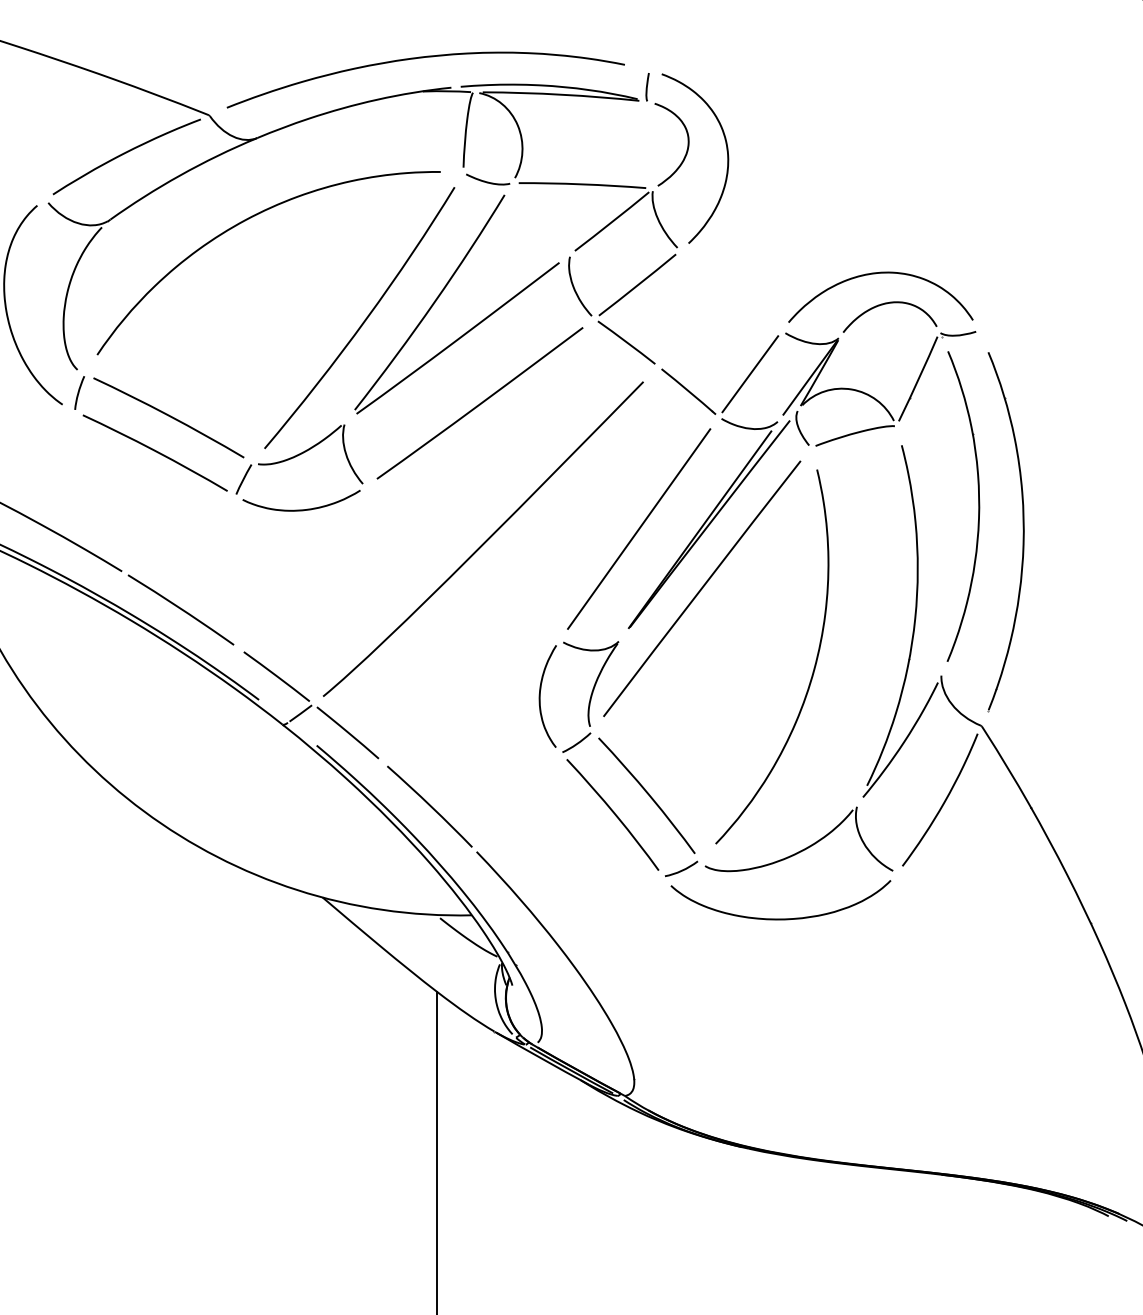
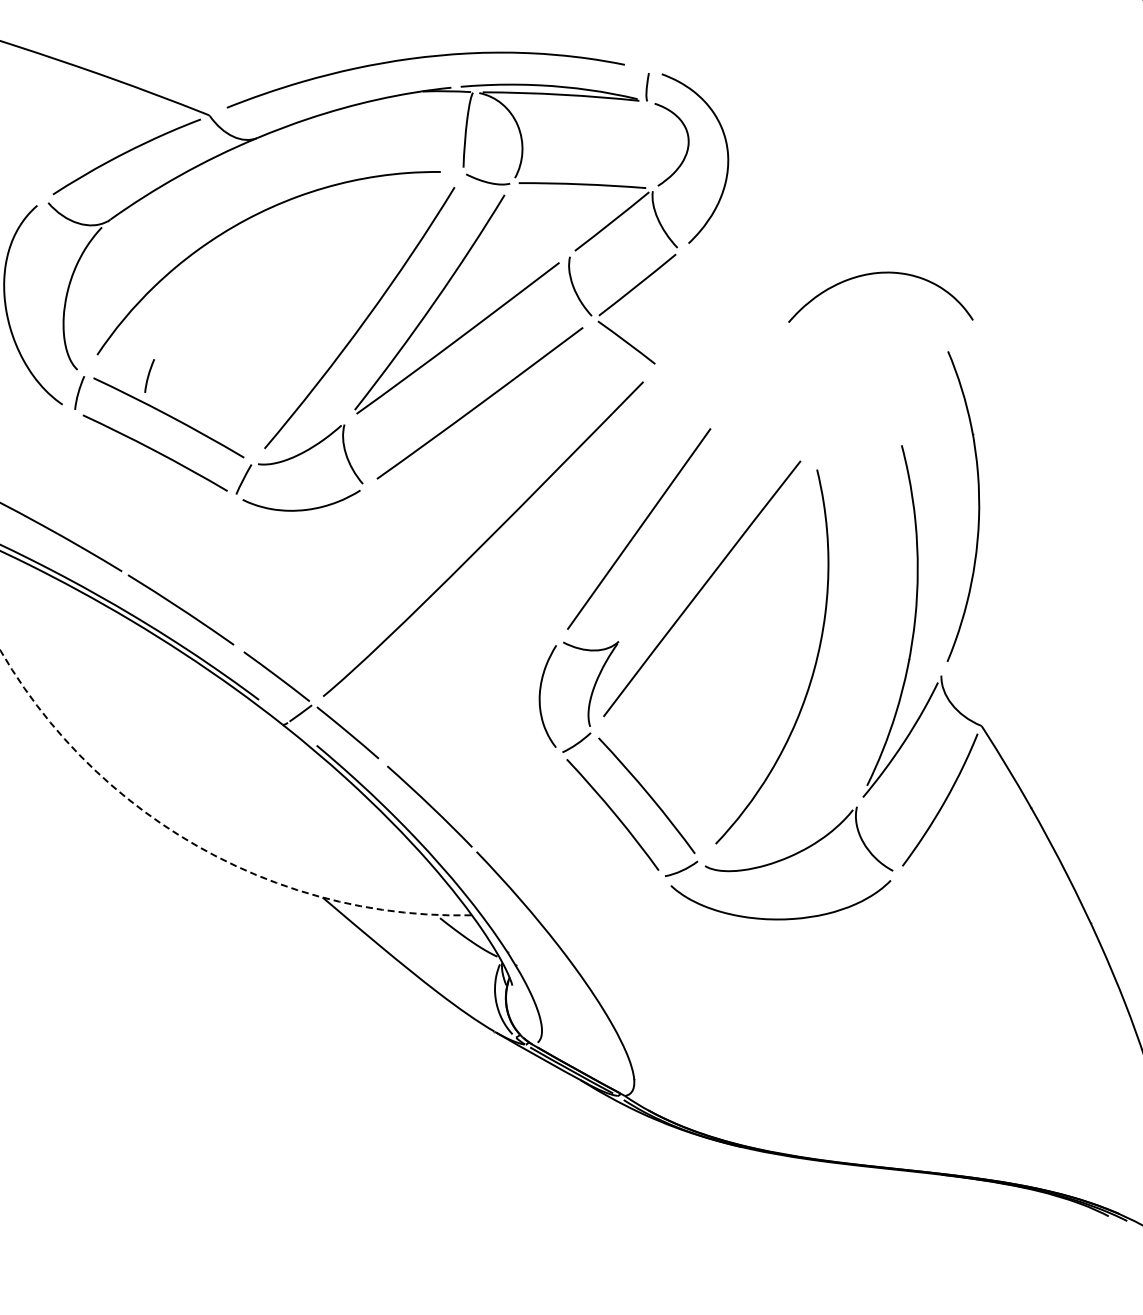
curve at (149, 375): none -> present
part at (808, 445): present -> none
part at (1022, 532): present -> none
arc at (199, 847): solid -> dashed
line at (437, 1151): present -> none
